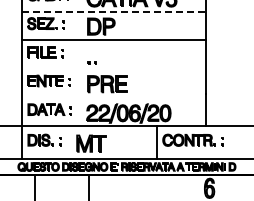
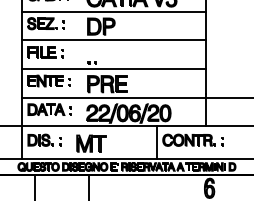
line at (113, 11): dashed -> solid
line at (113, 68): none -> present
line at (135, 97): none -> present
